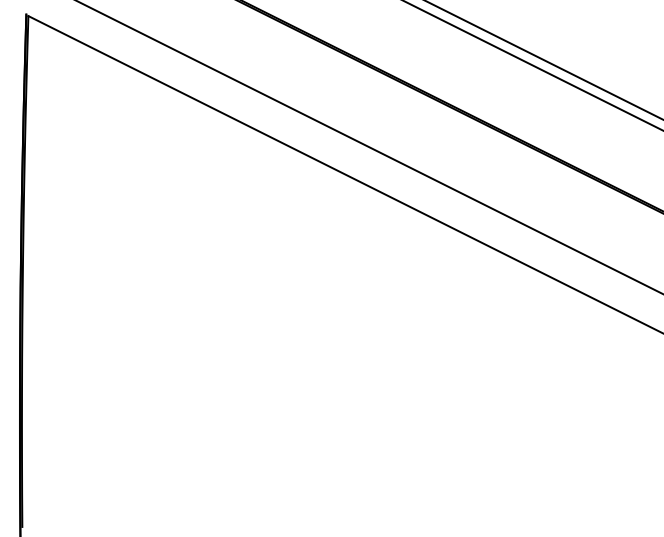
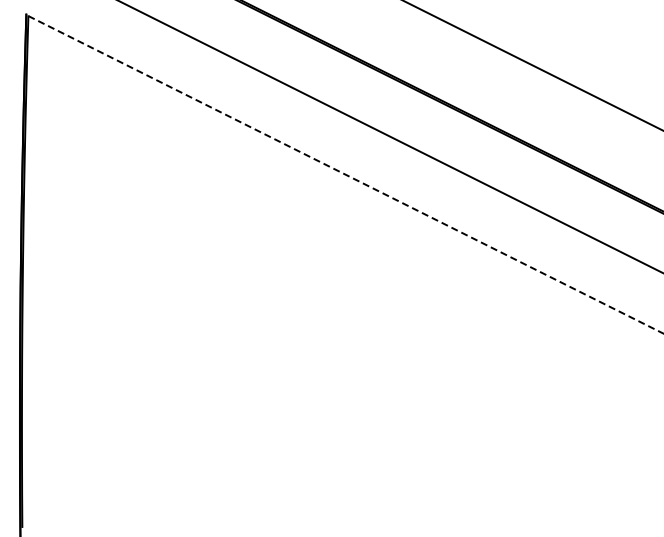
line at (543, 60): present -> none
line at (369, 147) position: (369, 147) -> (390, 136)
line at (345, 174): solid -> dashed
